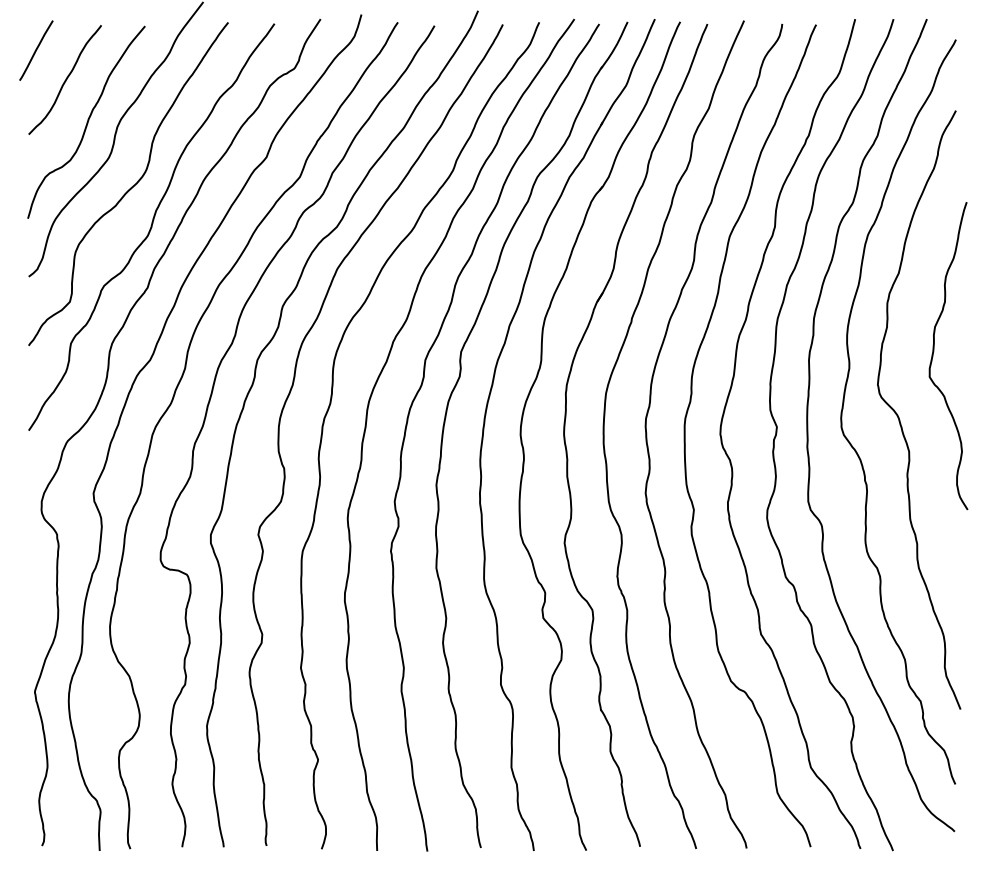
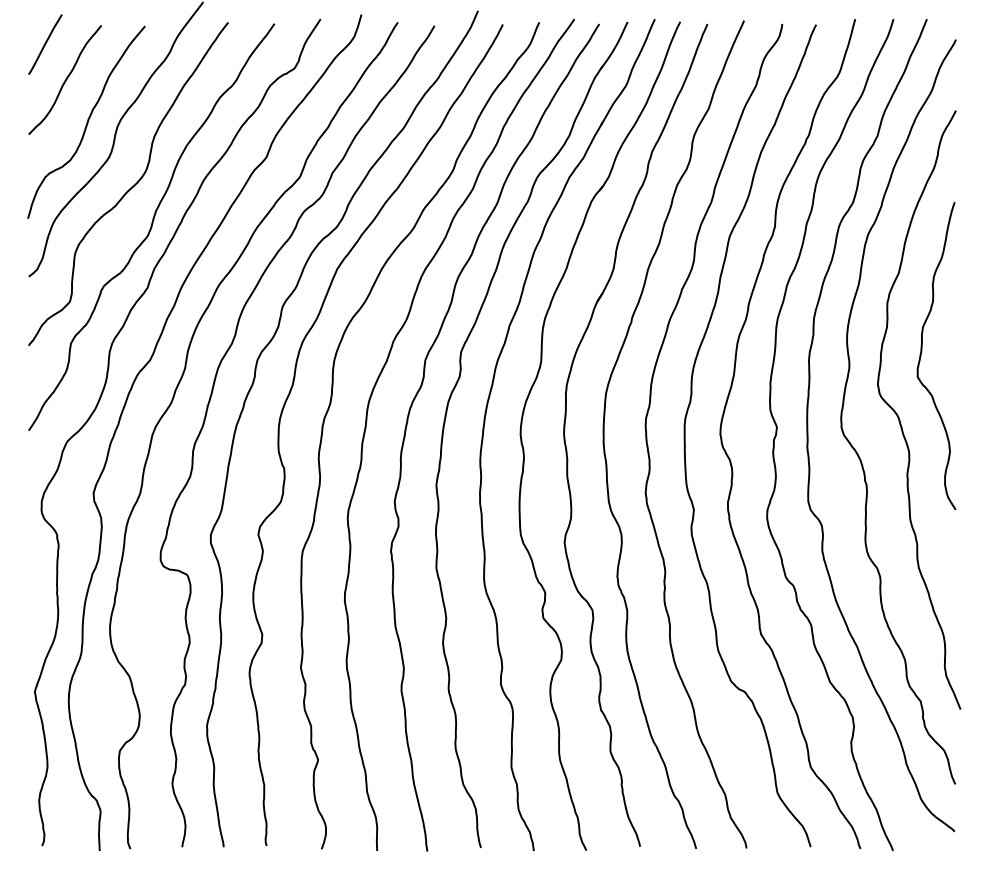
line at (36, 50) position: (36, 50) -> (45, 44)
curve at (934, 351) position: (934, 351) -> (922, 351)
